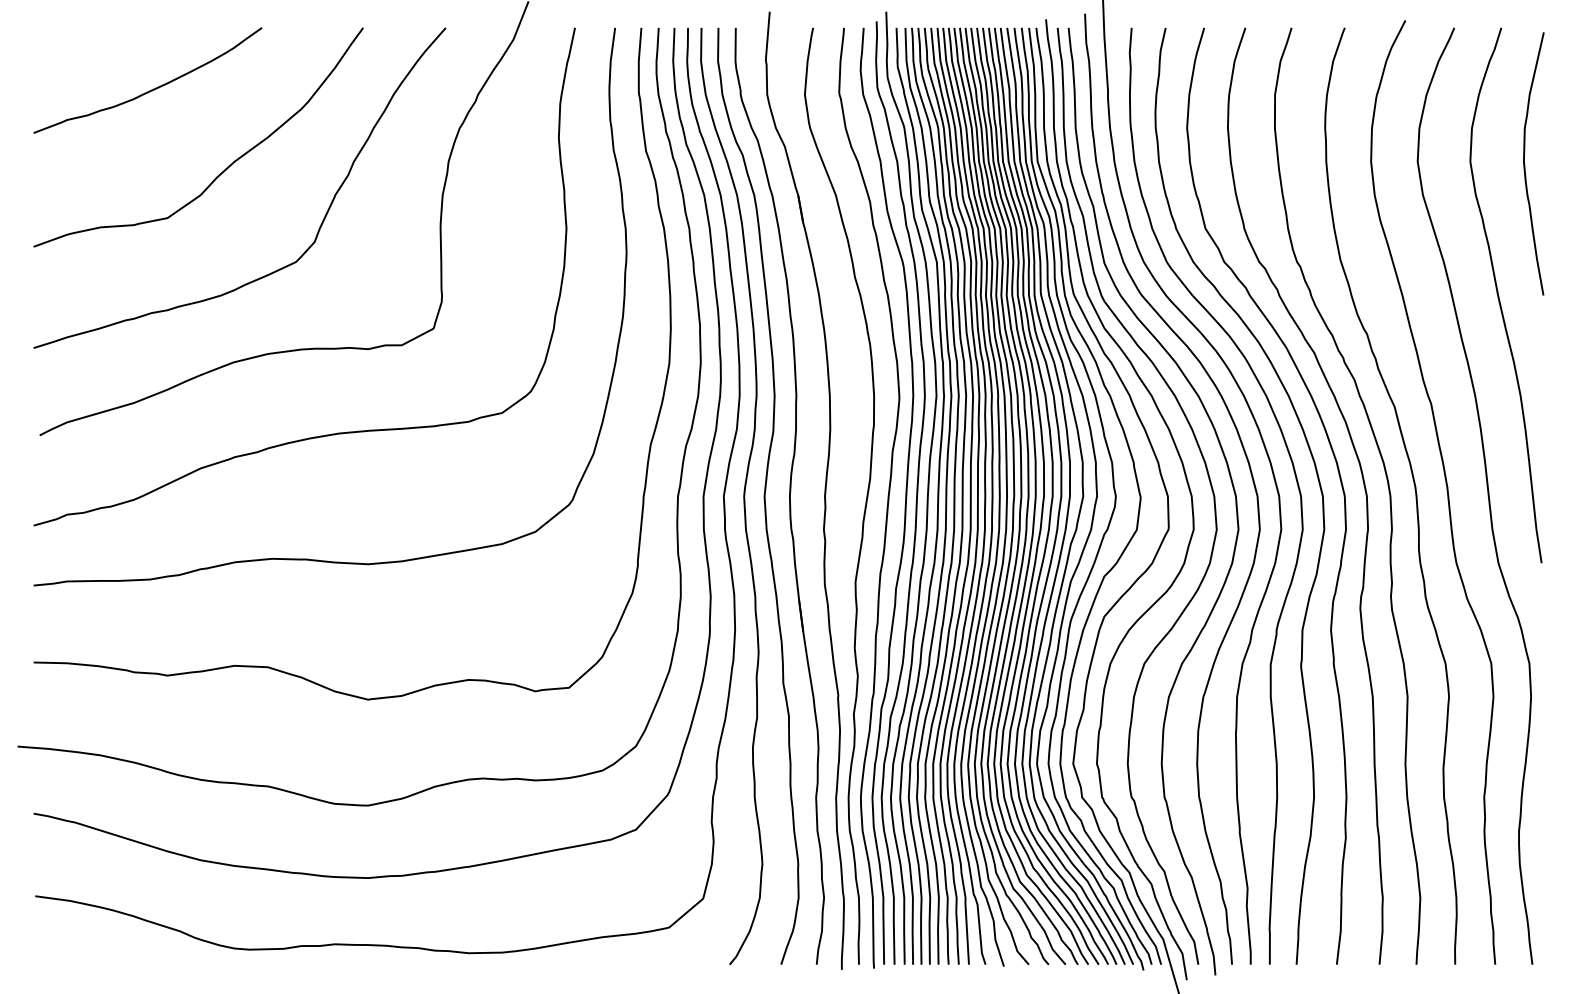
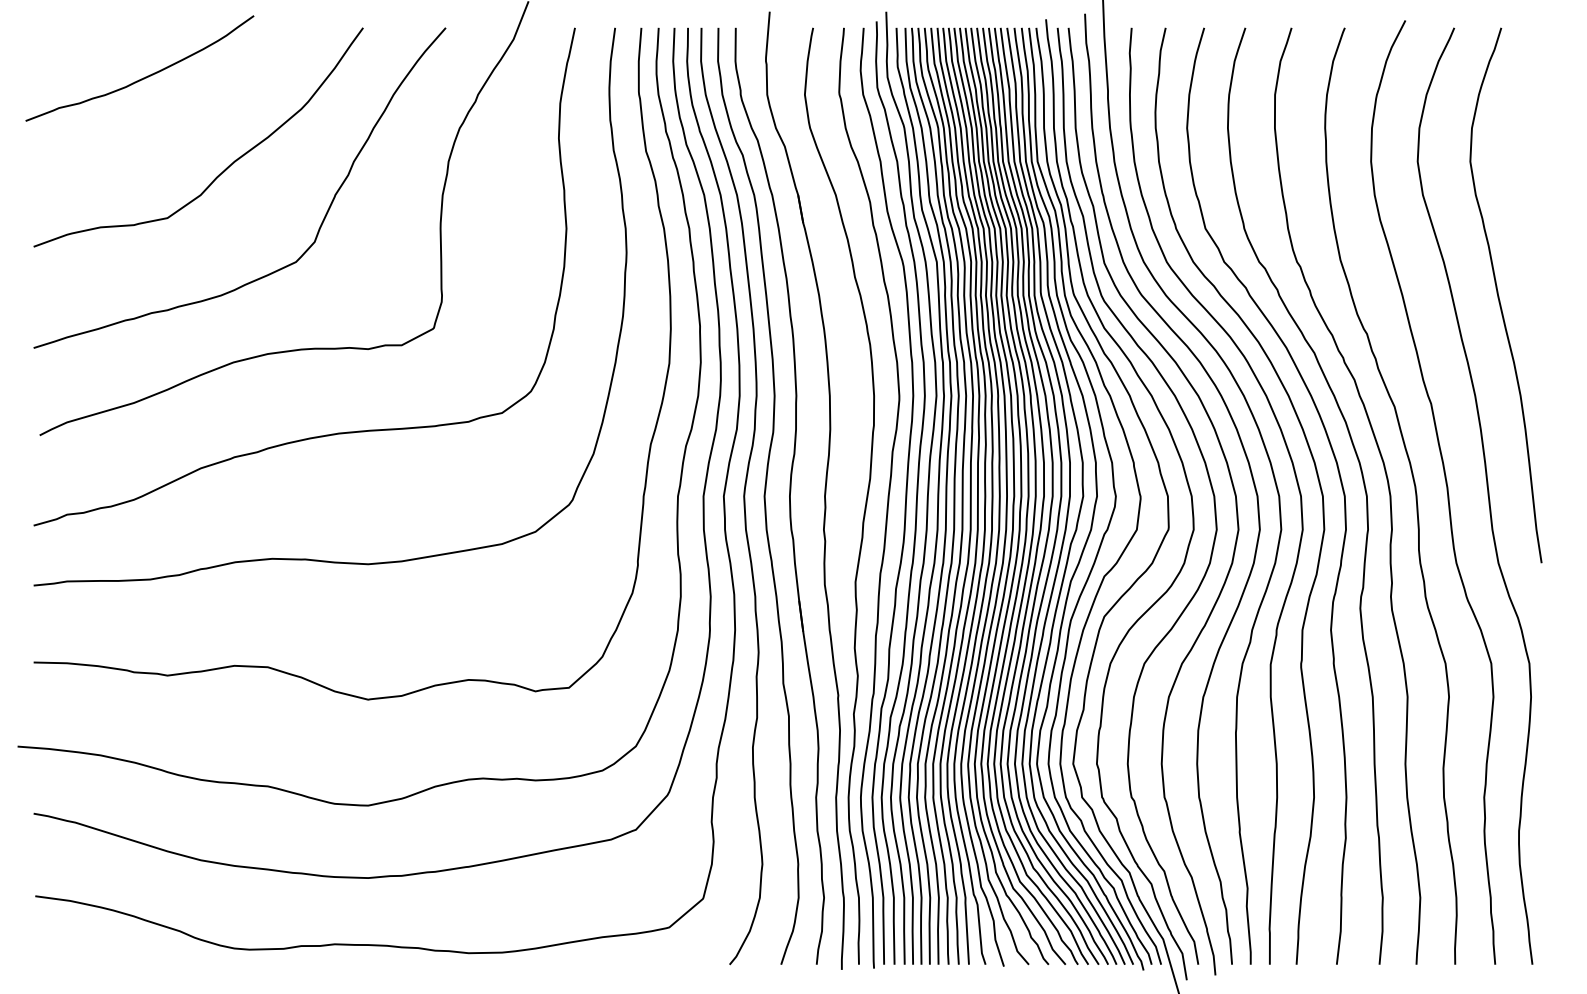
curve at (151, 89) position: (151, 89) -> (143, 77)
curve at (1525, 164): present -> none
